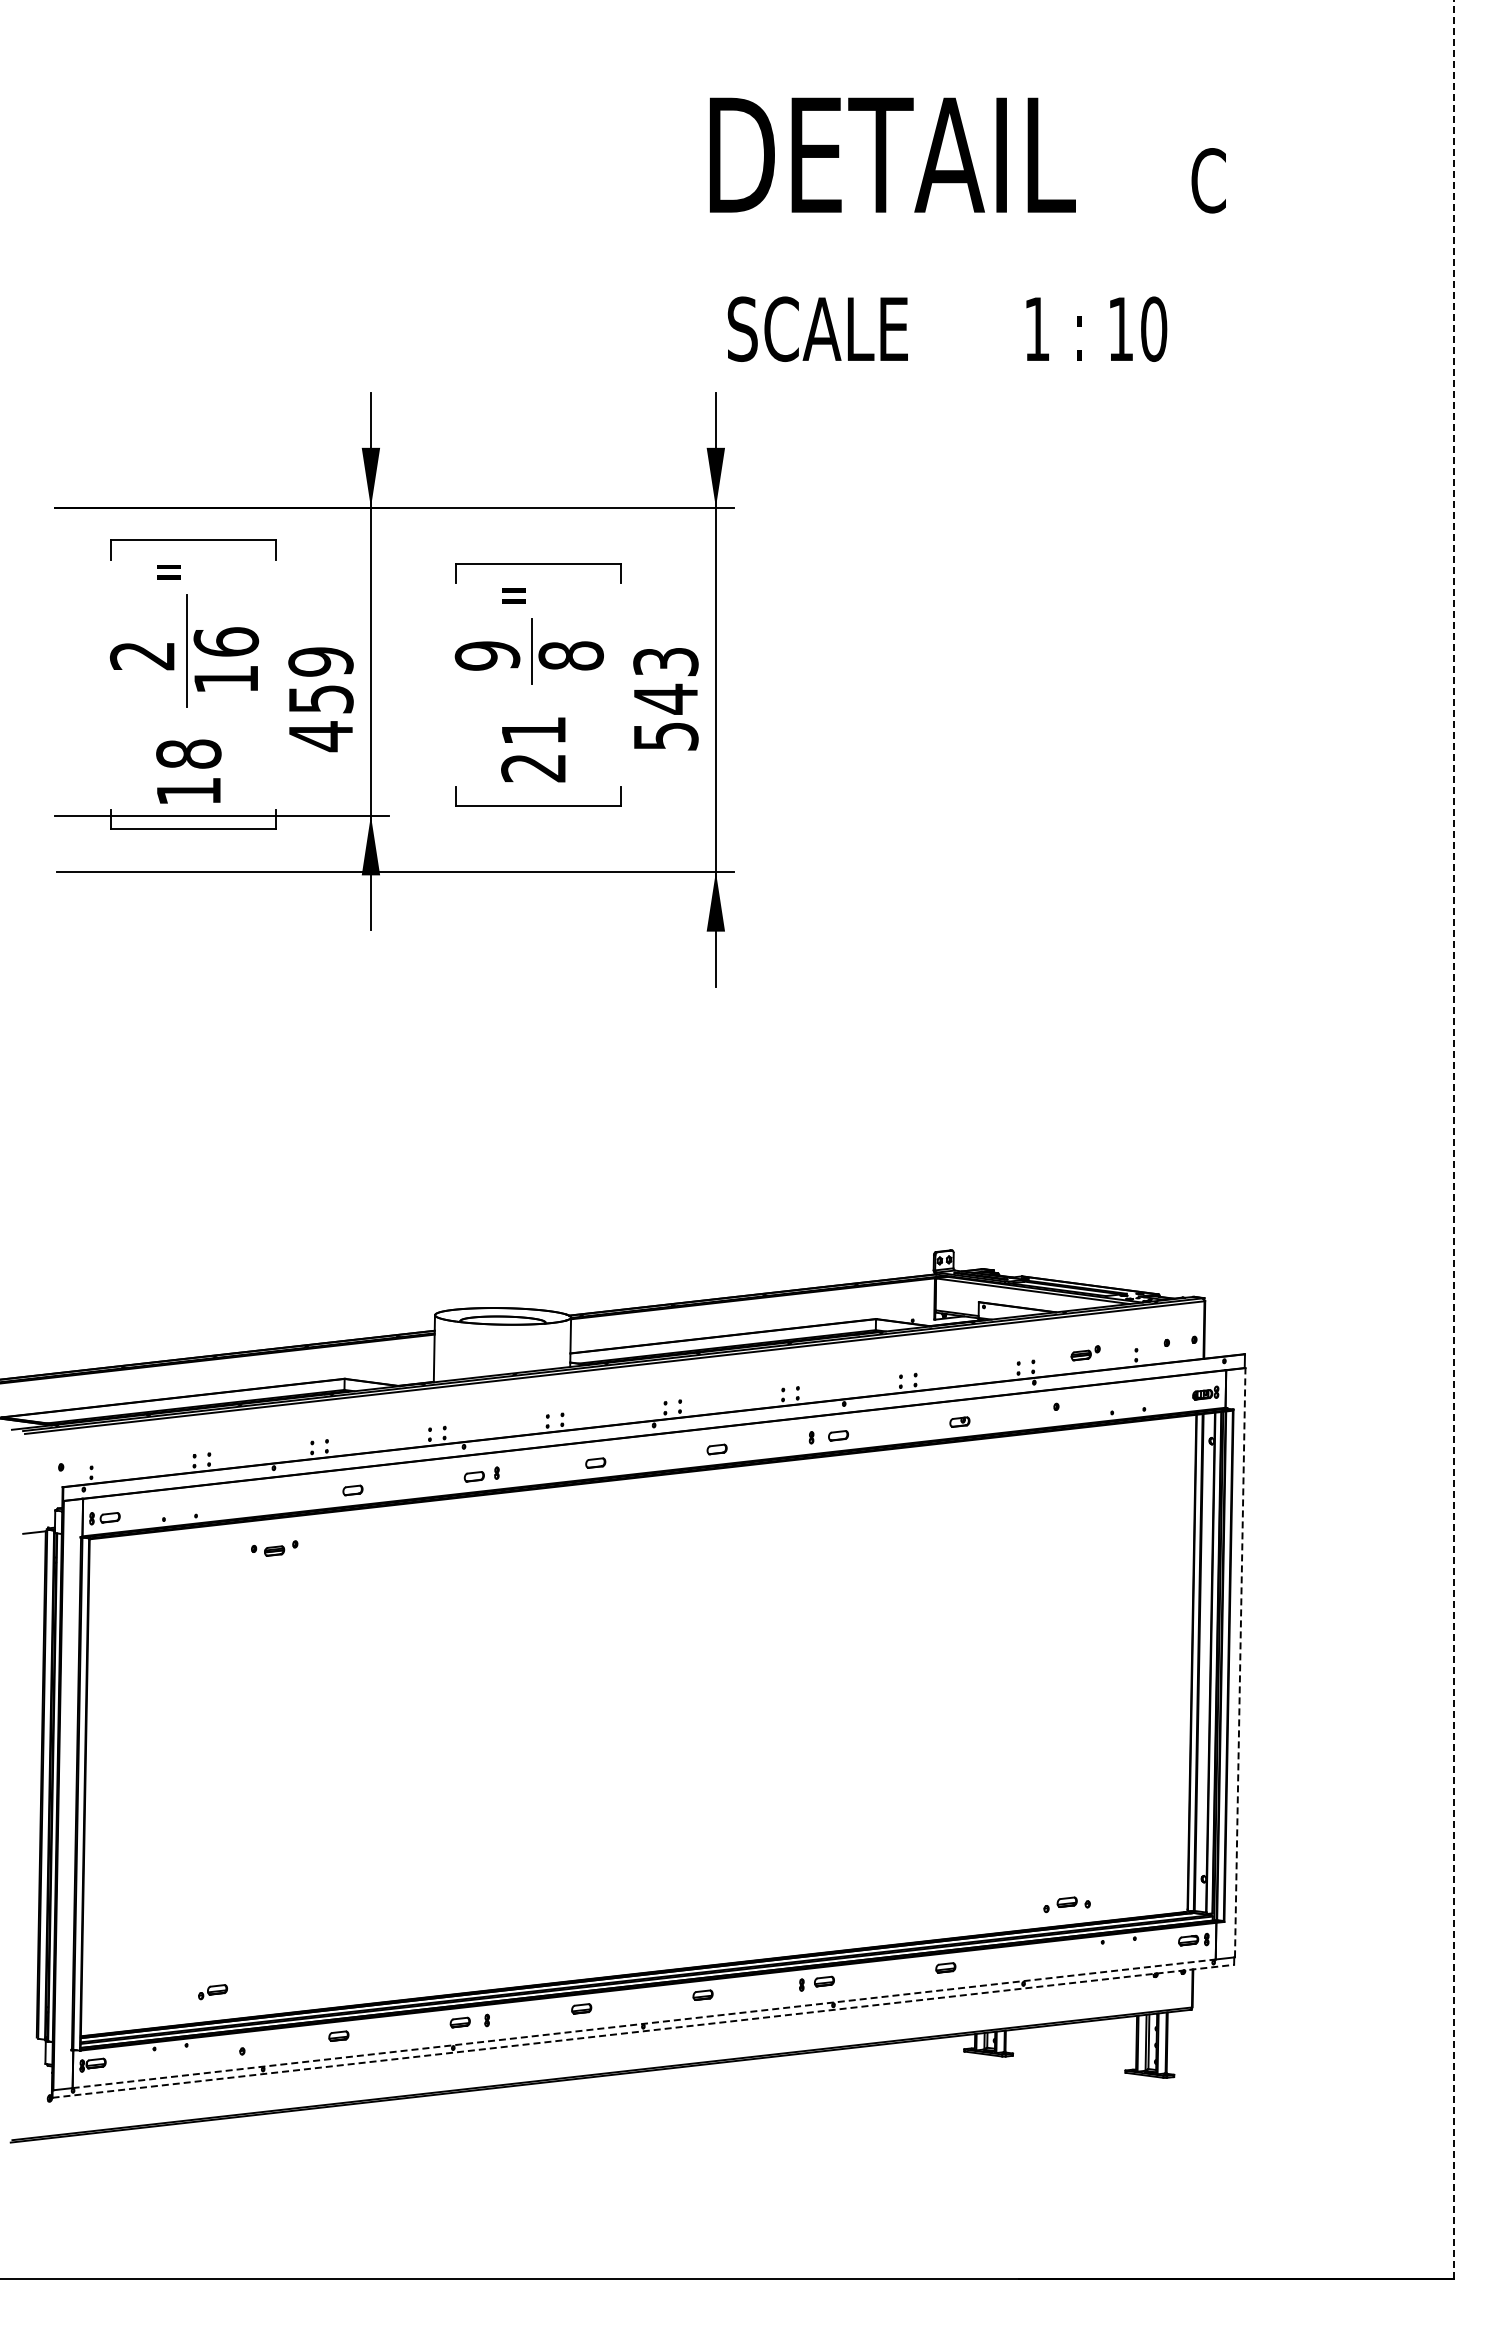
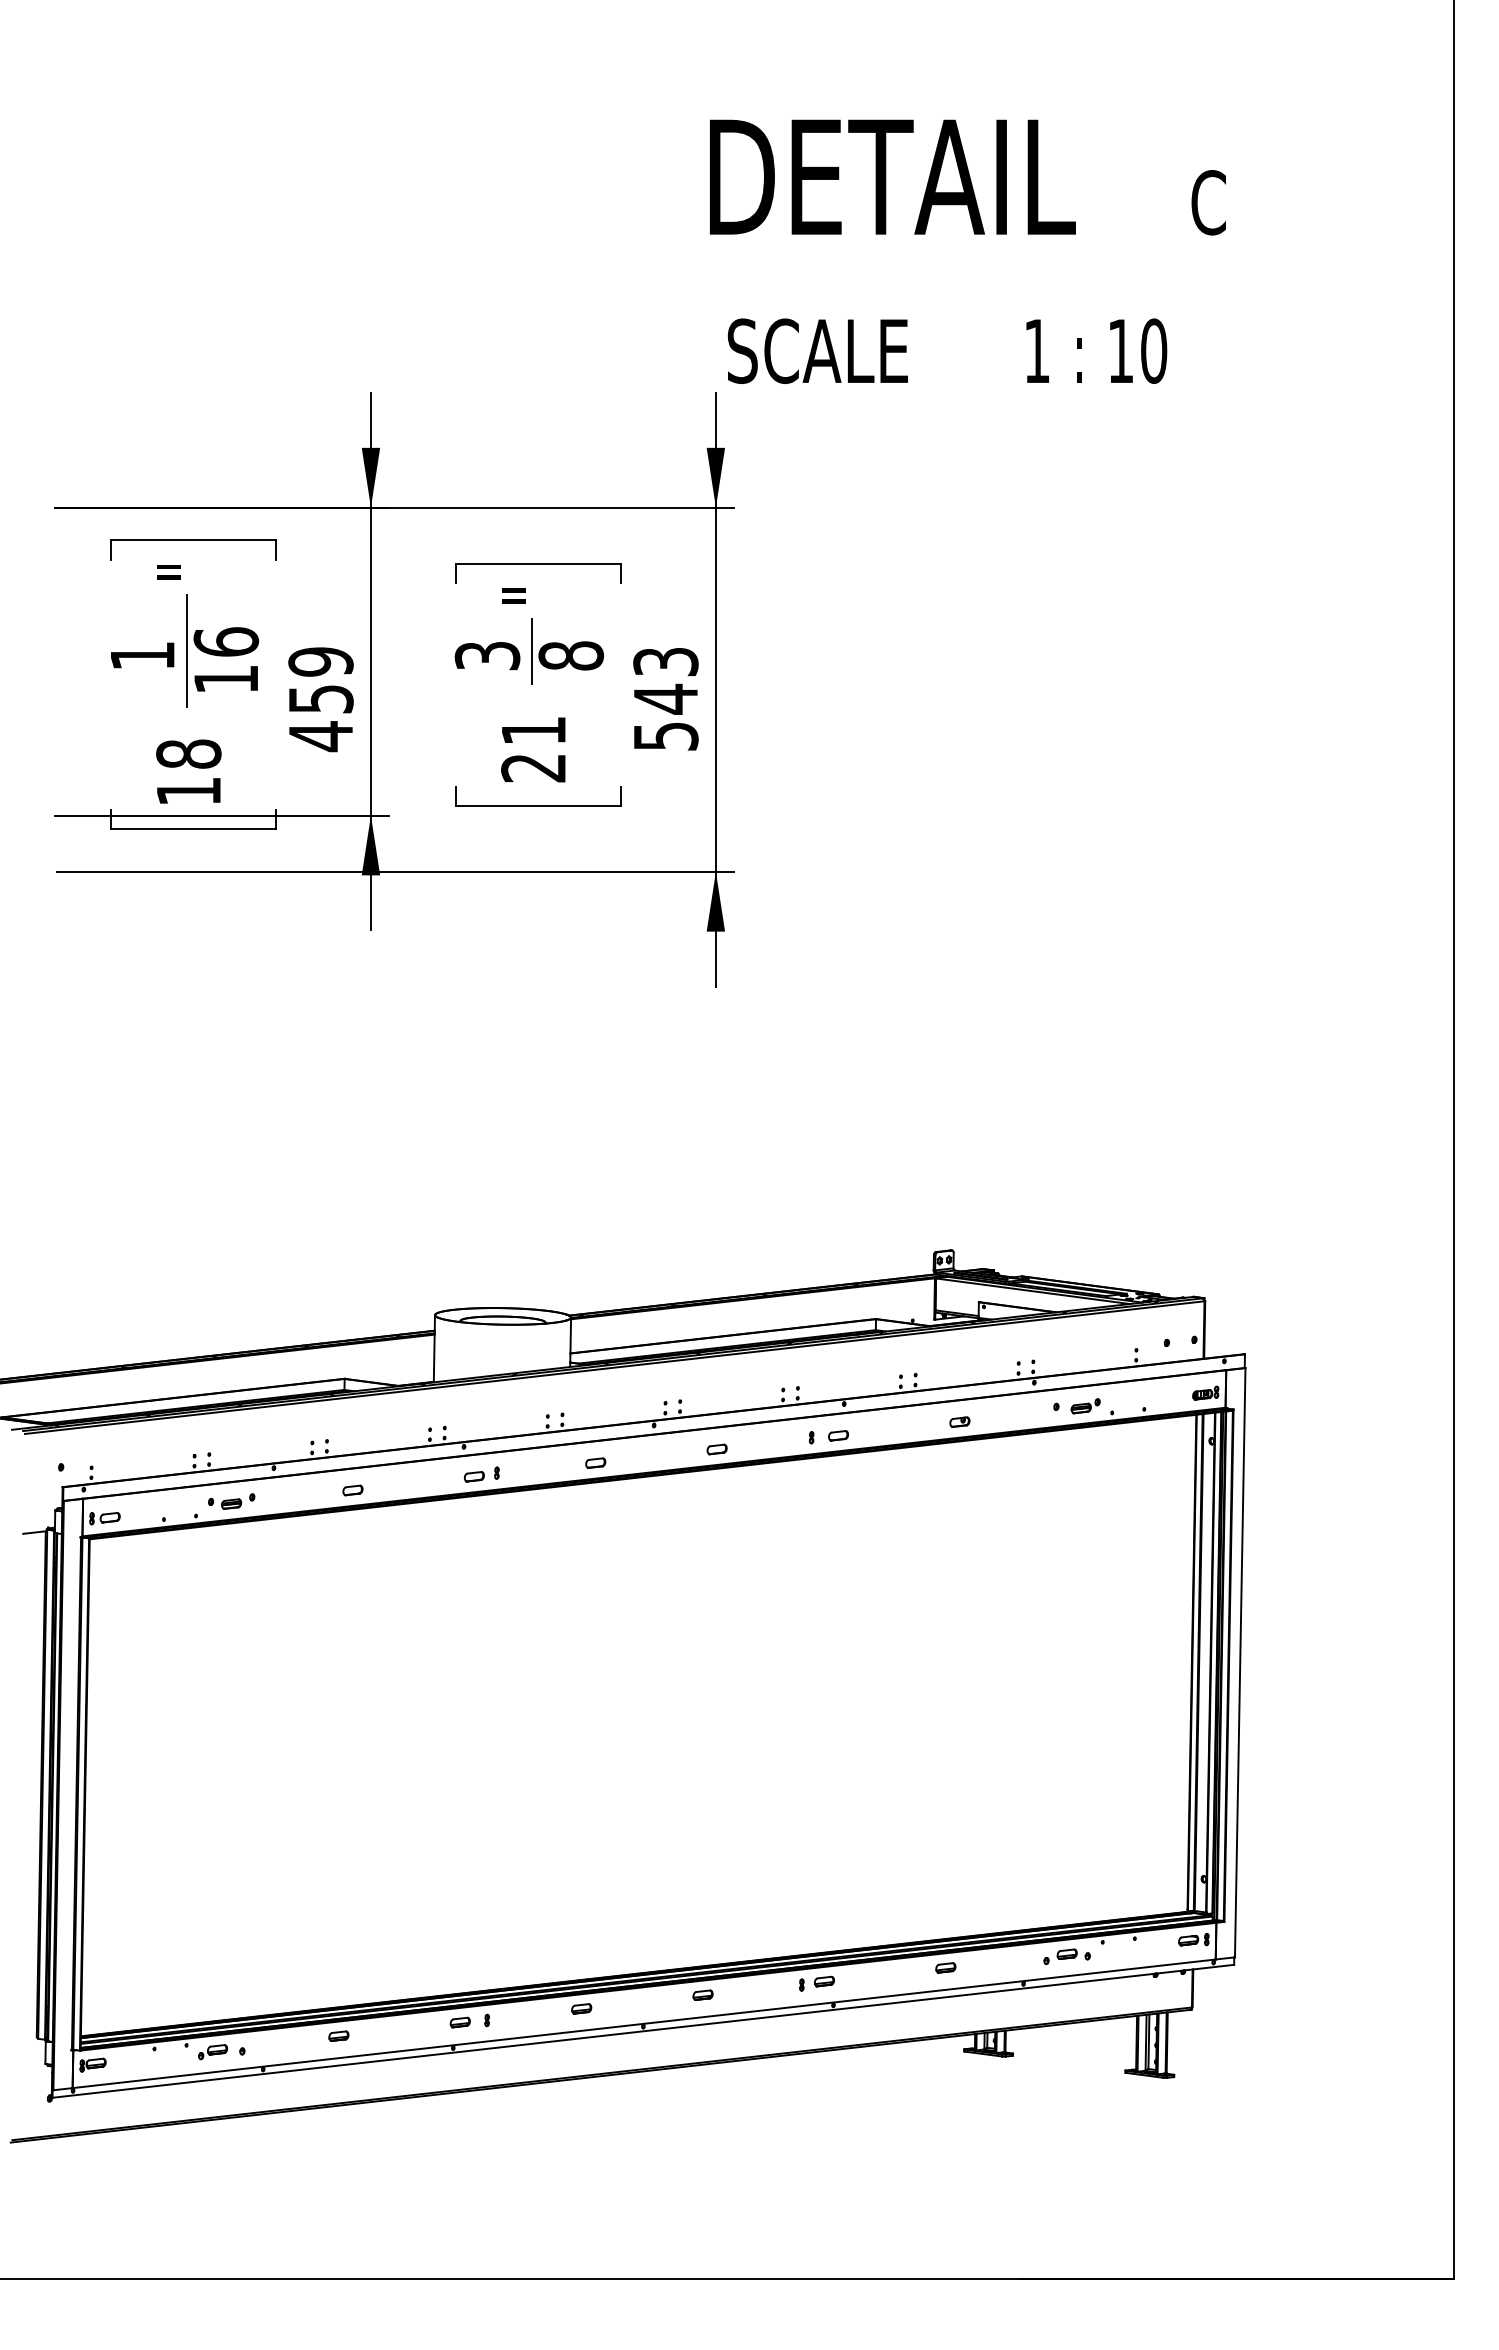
text at (967, 229) position: (967, 229) -> (967, 251)
text at (487, 655): 9 -> 3
text at (141, 656): 2 -> 1
line at (1454, 1139): dashed -> solid
part at (1085, 1353) position: (1085, 1353) -> (1085, 1406)
part at (274, 1548) position: (274, 1548) -> (231, 1501)
line at (1240, 1662): dashed -> solid
part at (1066, 1904) position: (1066, 1904) -> (1066, 1956)
part at (212, 1992) position: (212, 1992) -> (212, 2052)
line at (644, 2023): dashed -> solid
line at (643, 2031): dashed -> solid
